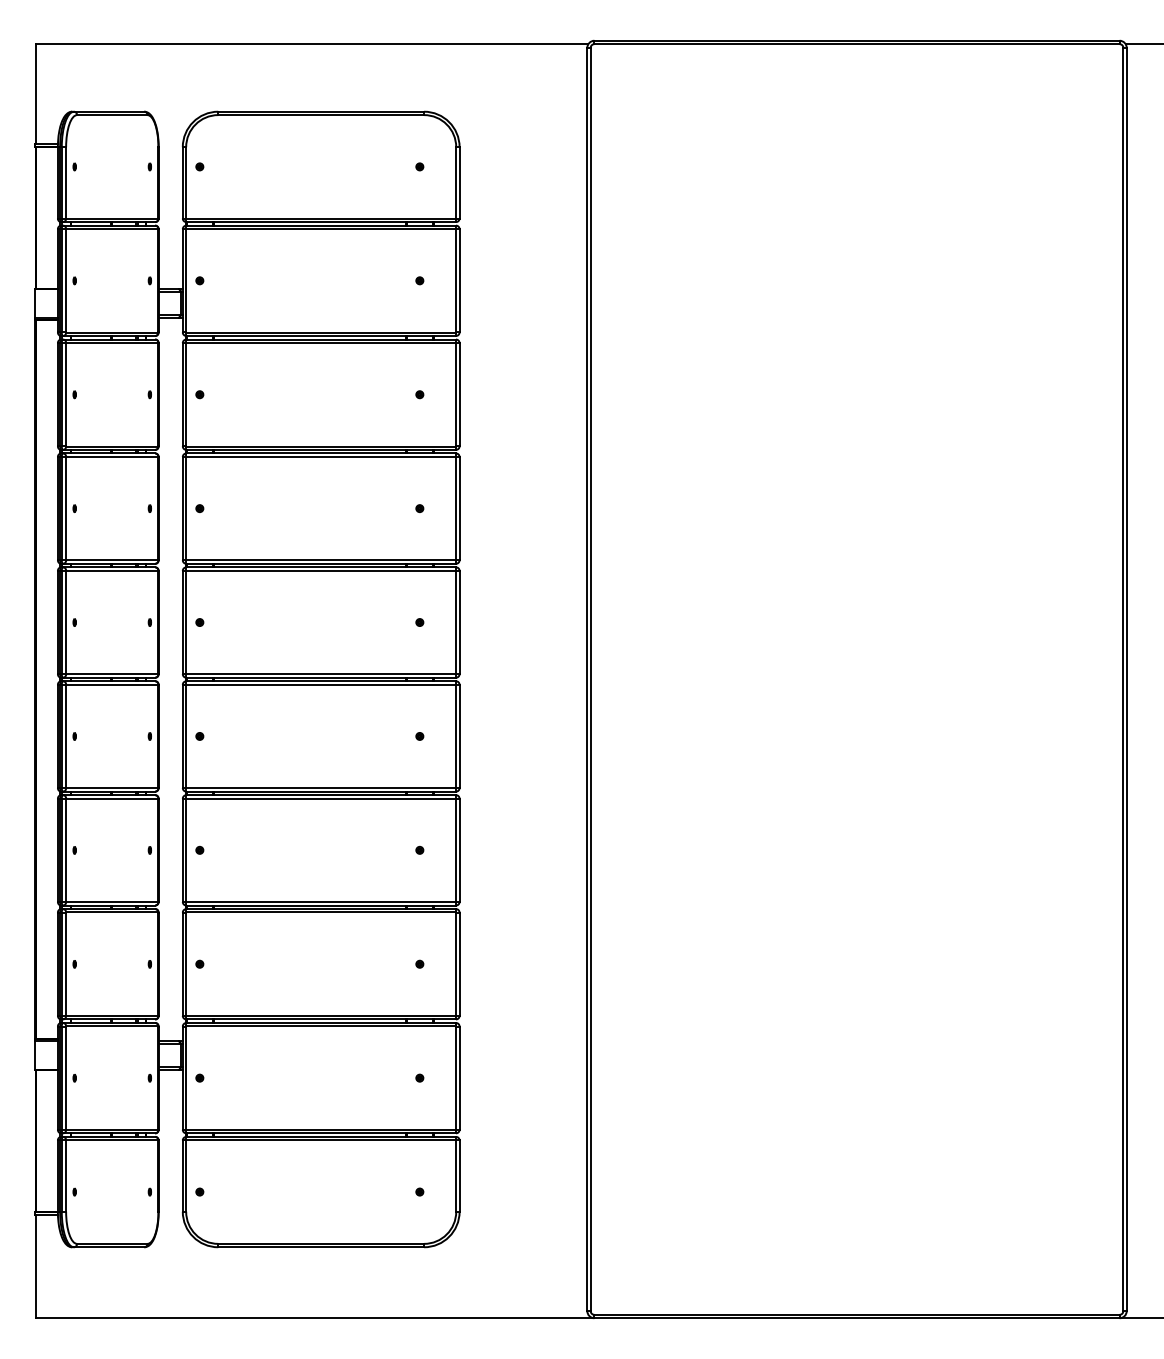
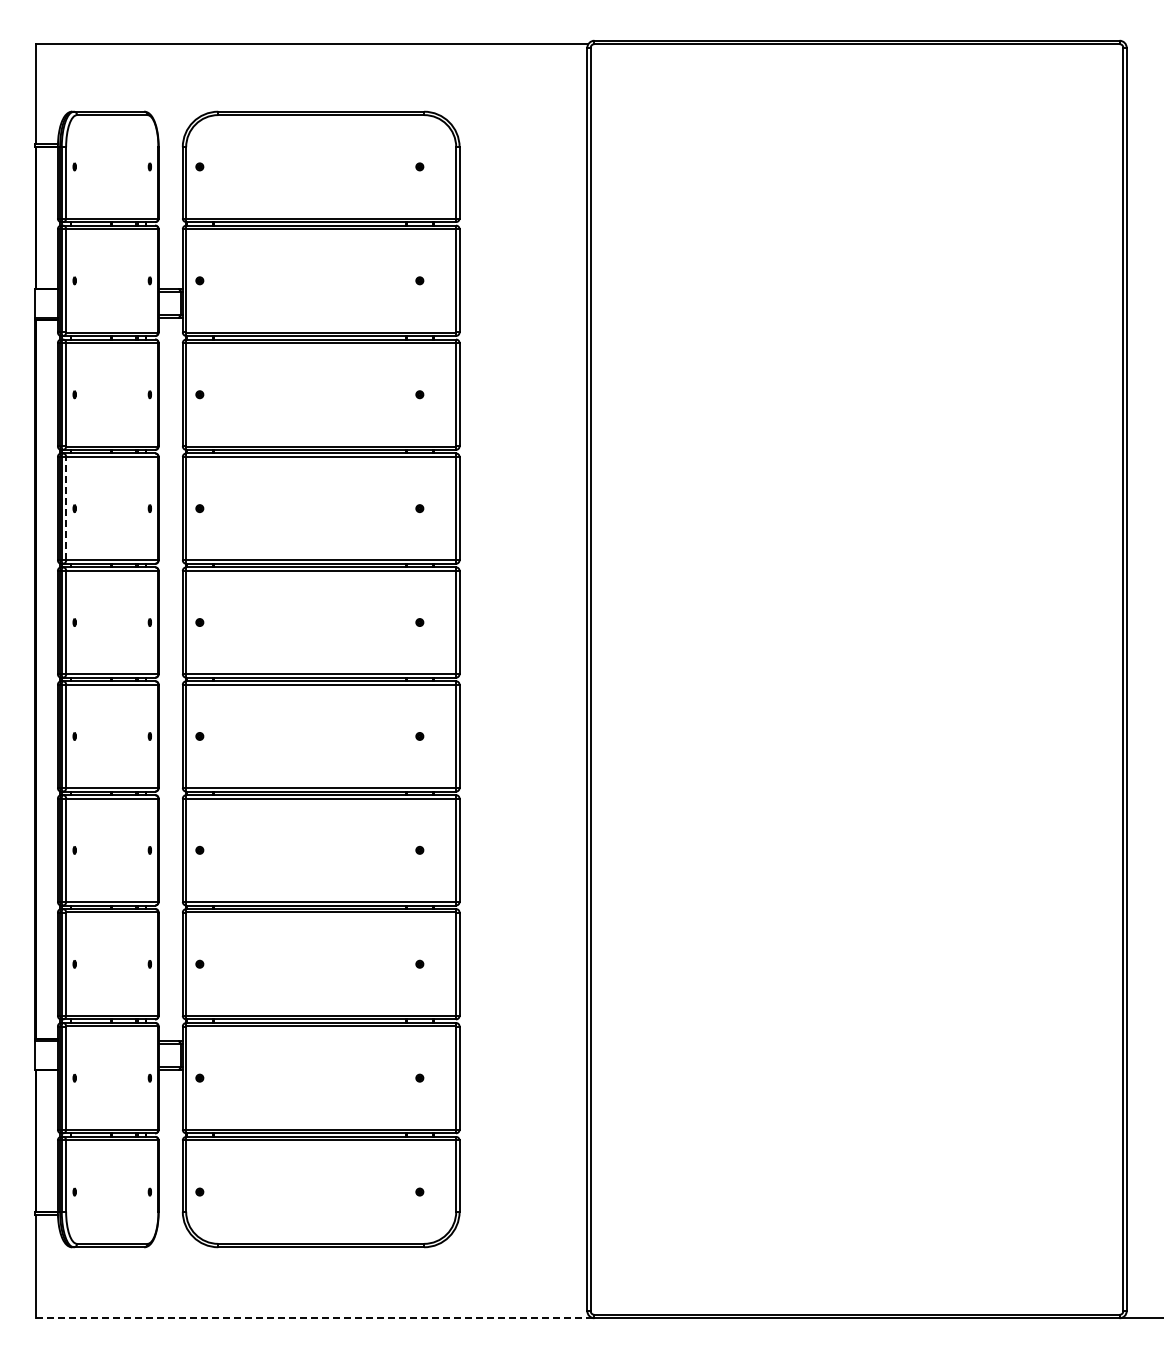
line at (1142, 44): present -> none
line at (66, 508): solid -> dashed
line at (315, 1318): solid -> dashed
